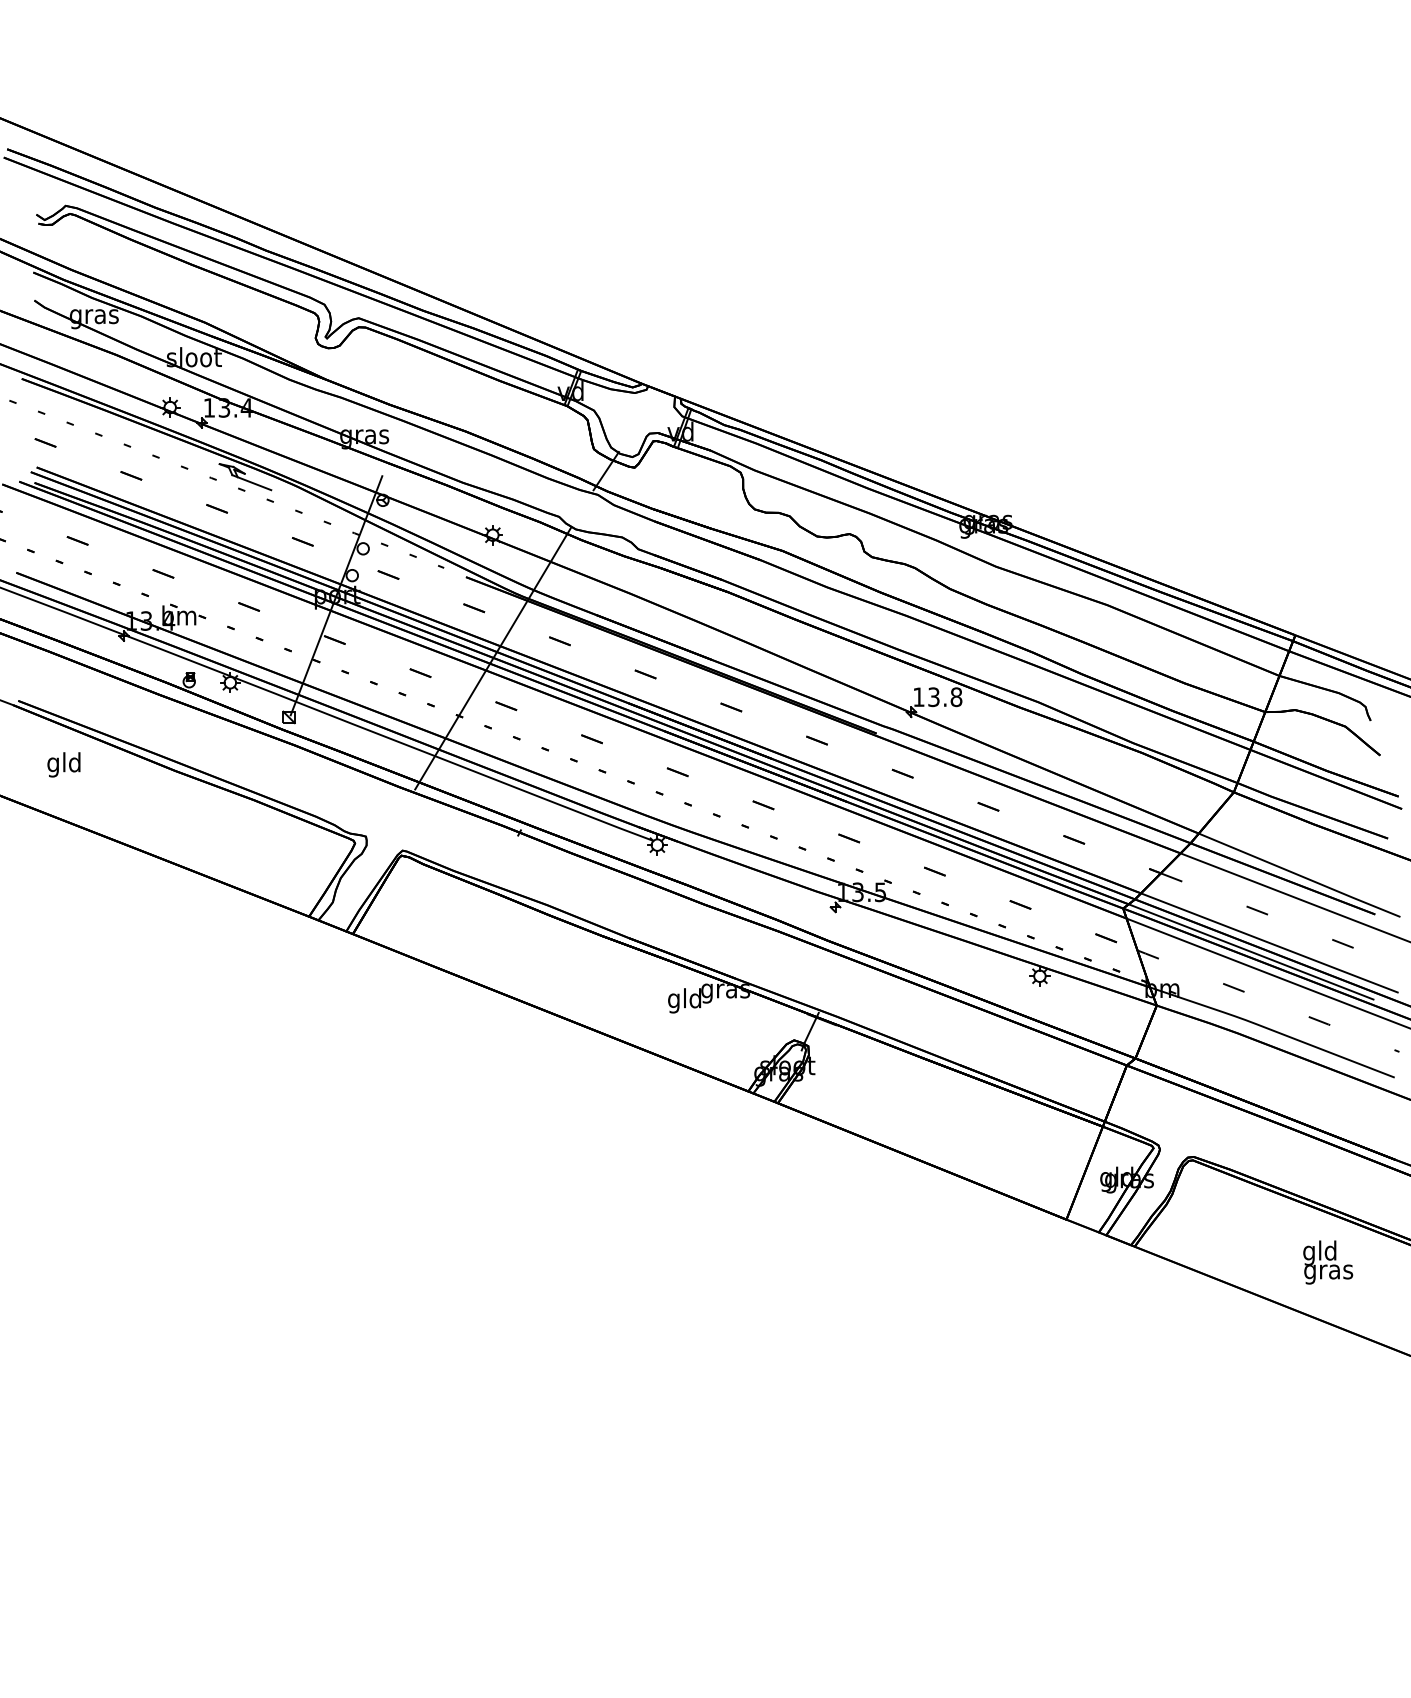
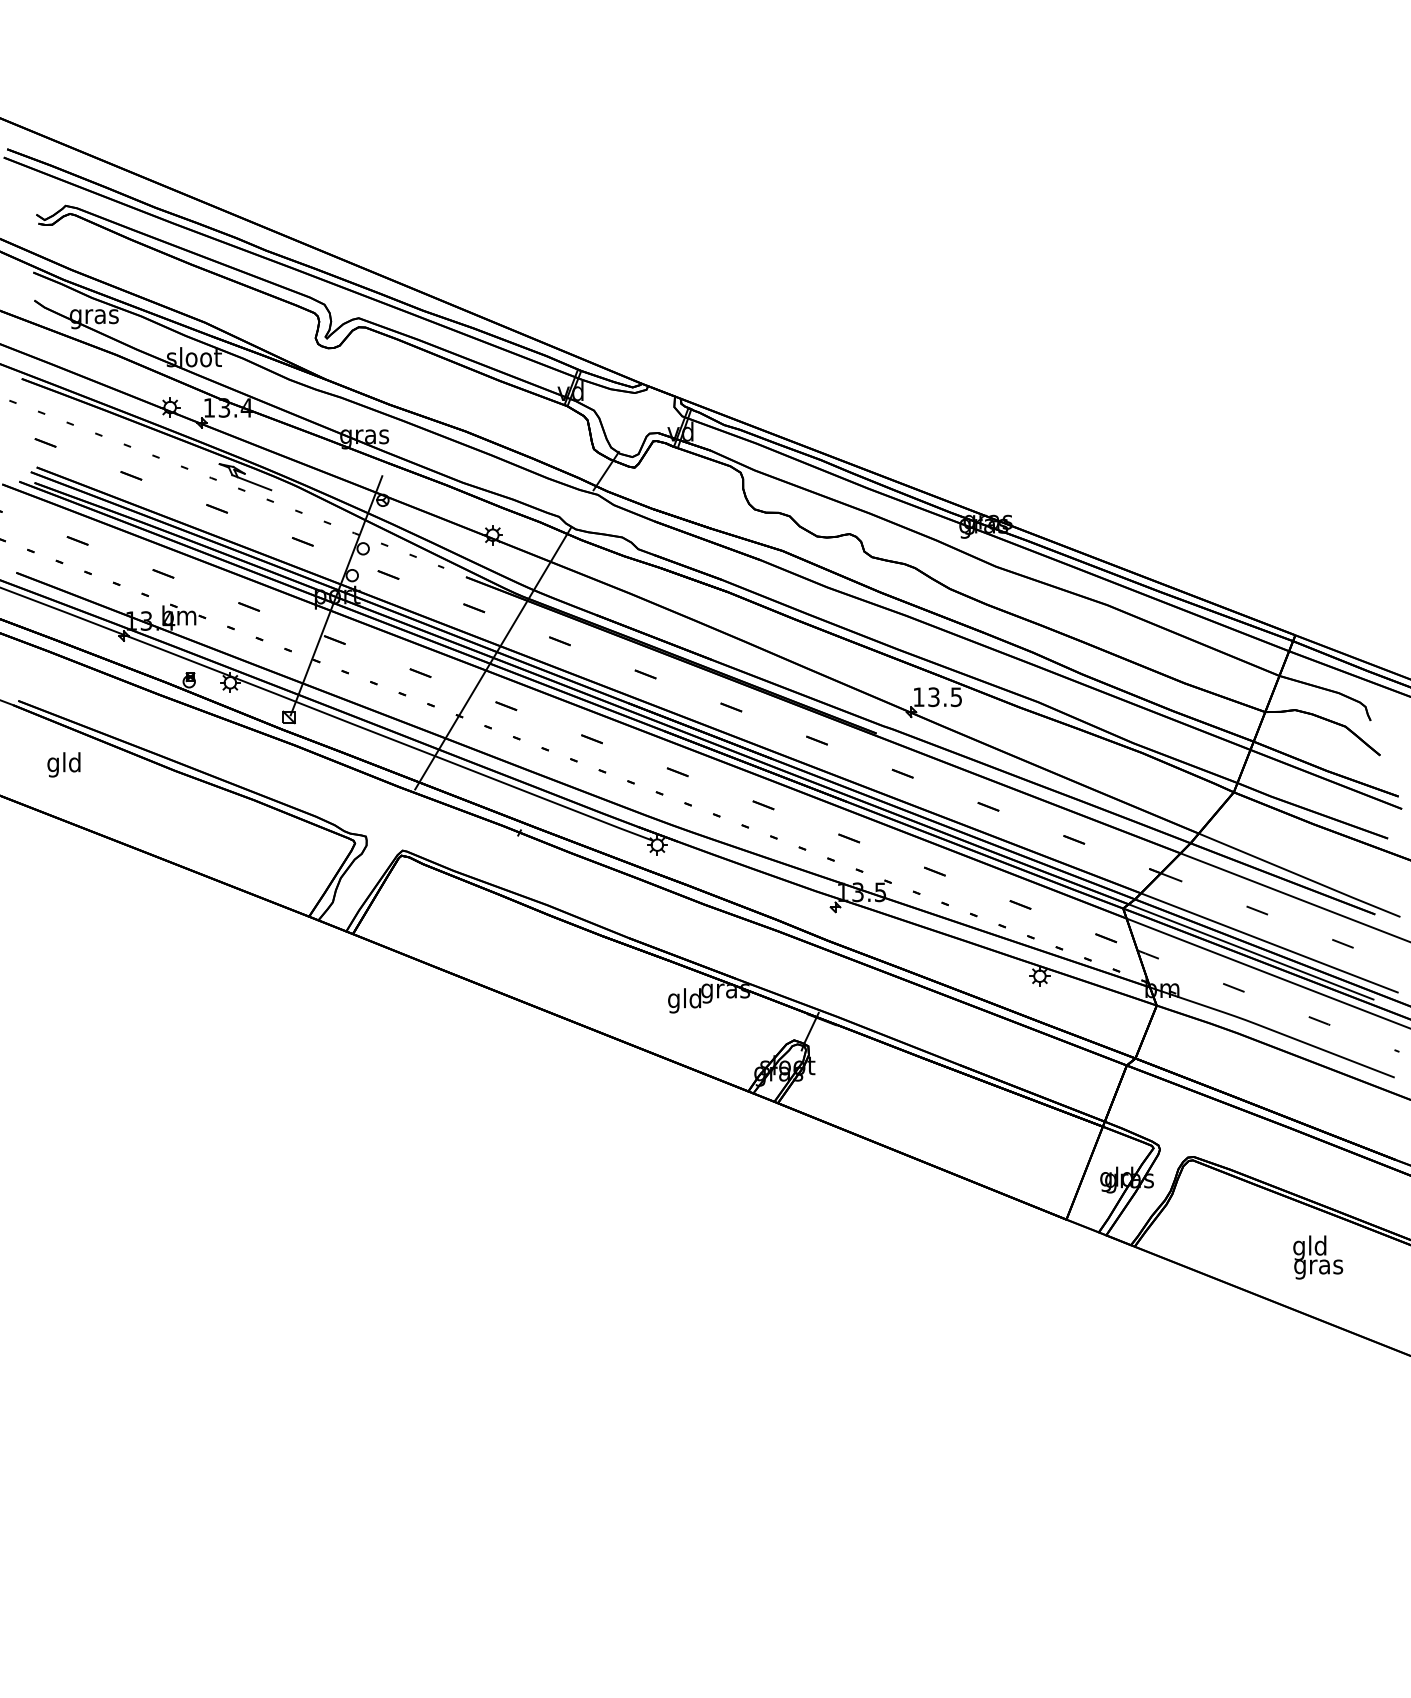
text at (956, 697): 13.8 -> 13.5
text at (1328, 1262) position: (1328, 1262) -> (1318, 1257)
